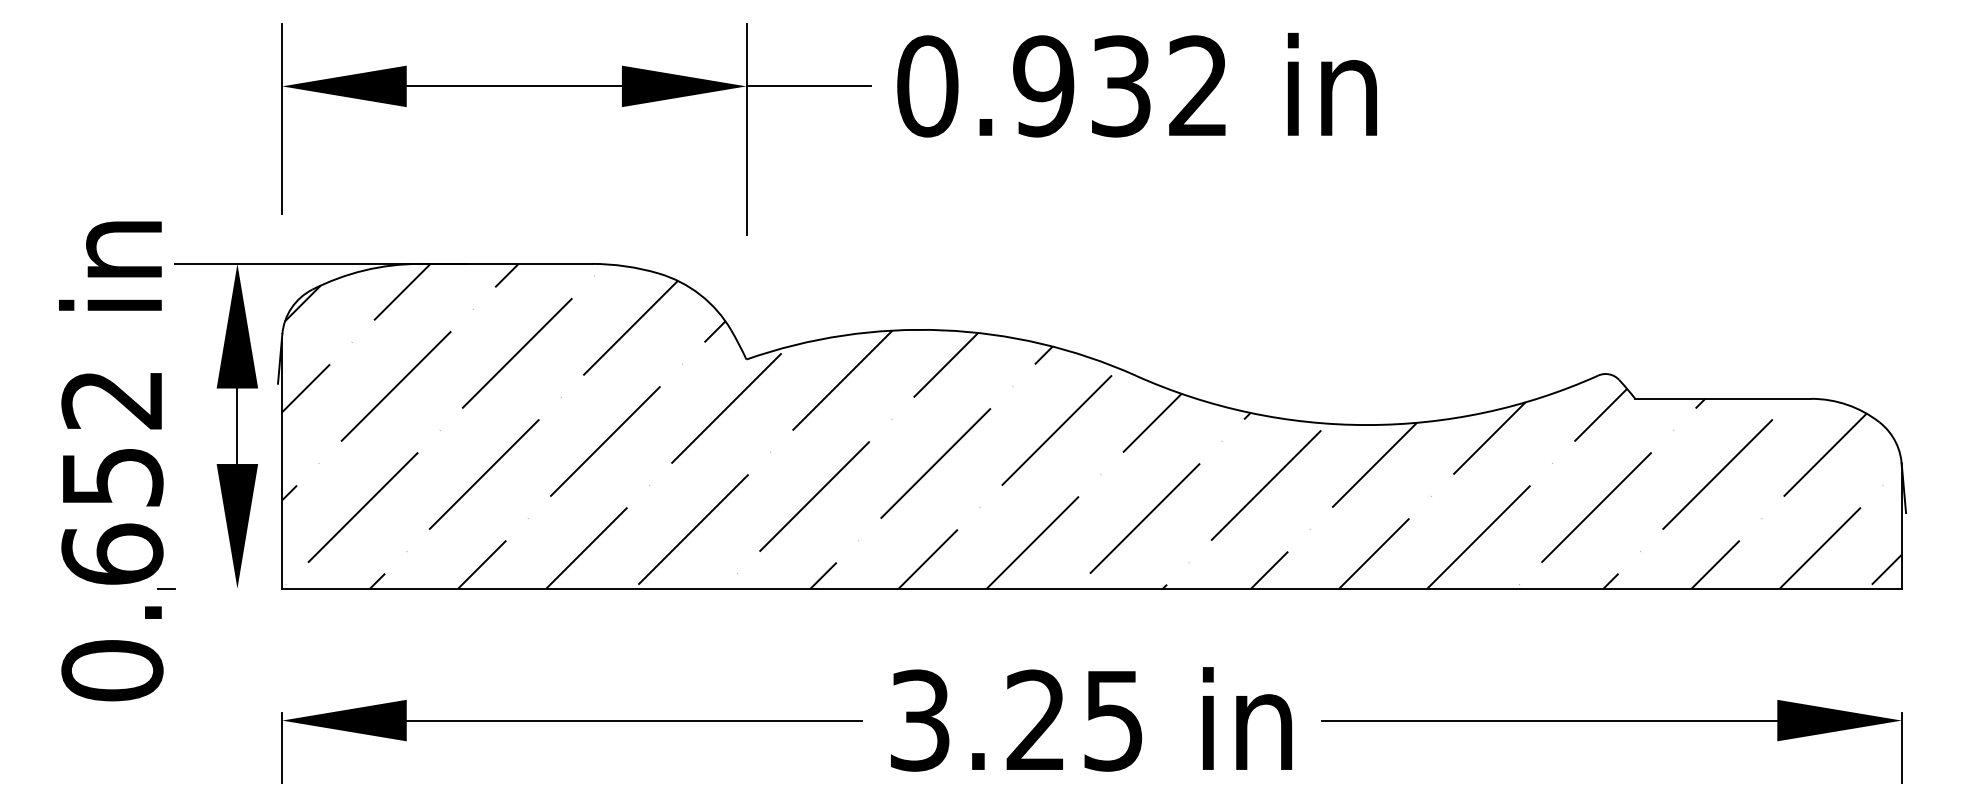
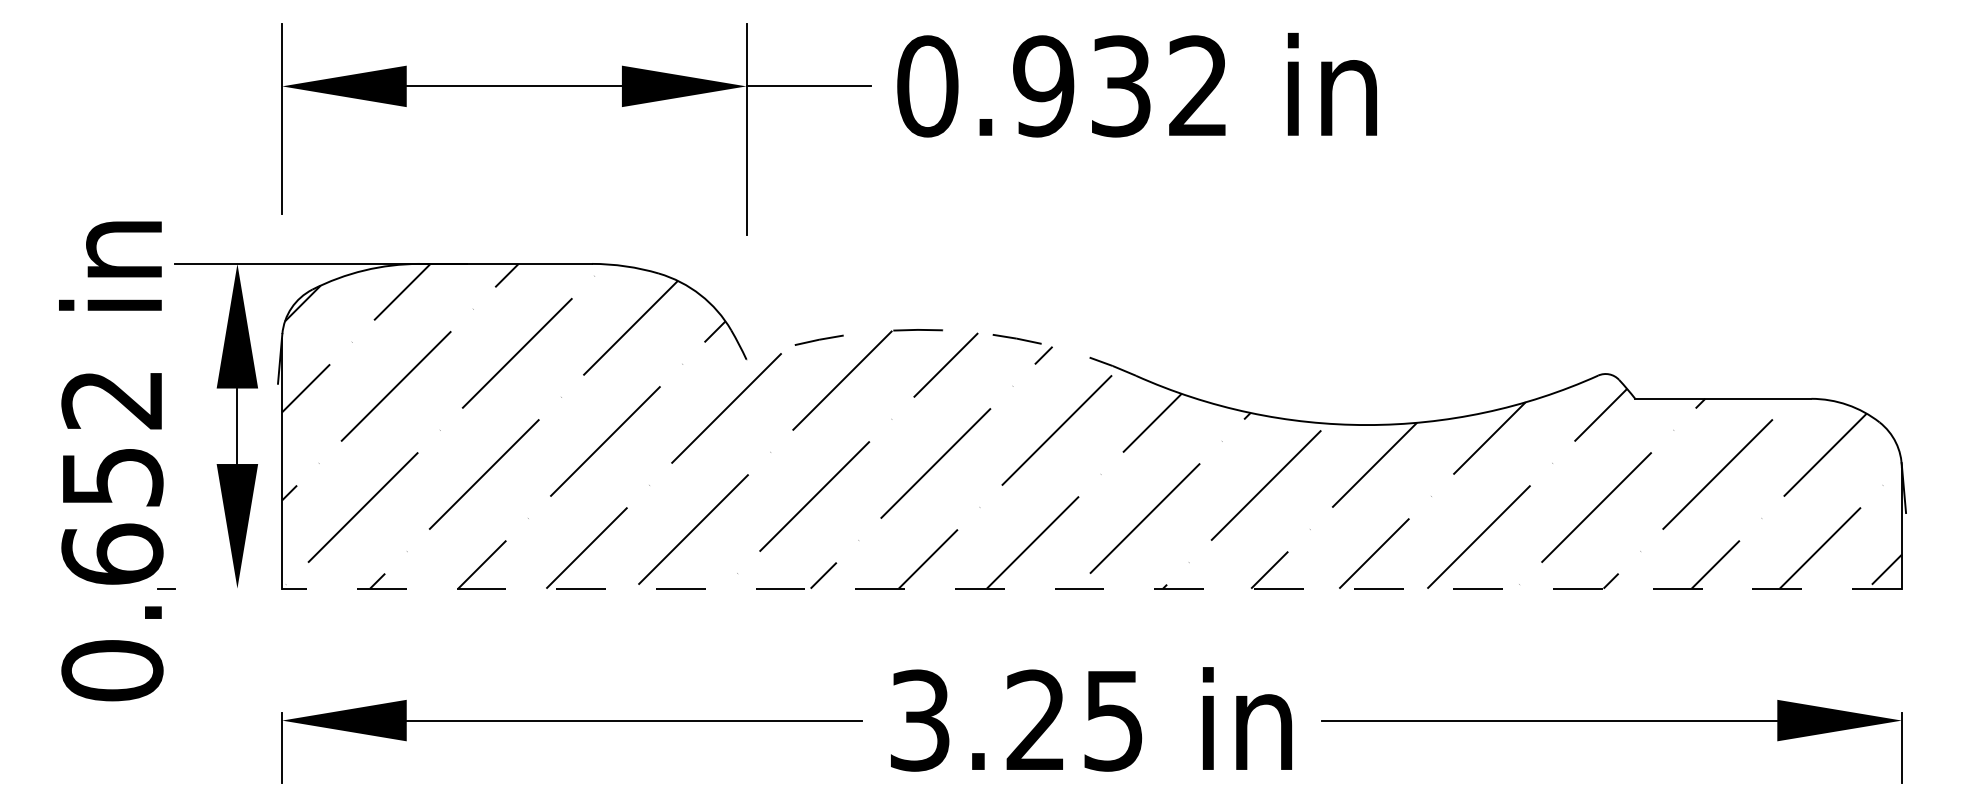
arc at (942, 330): solid -> dashed
line at (1092, 588): solid -> dashed
